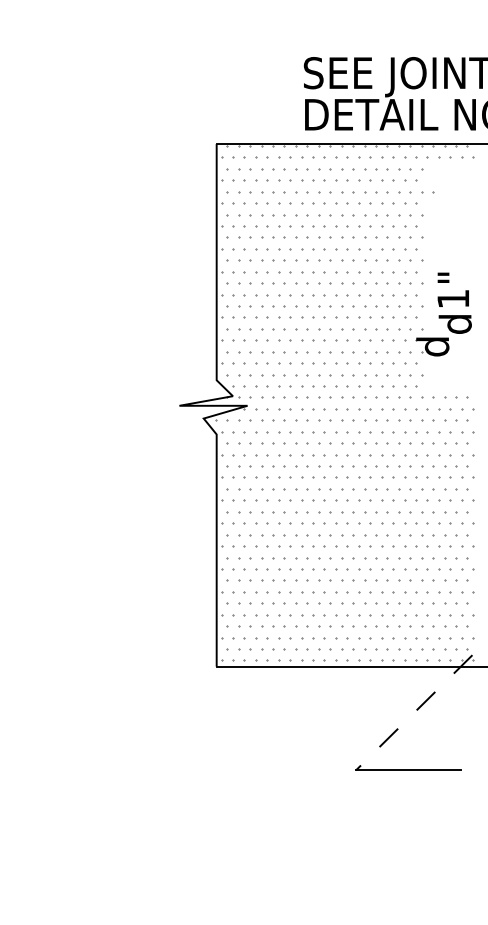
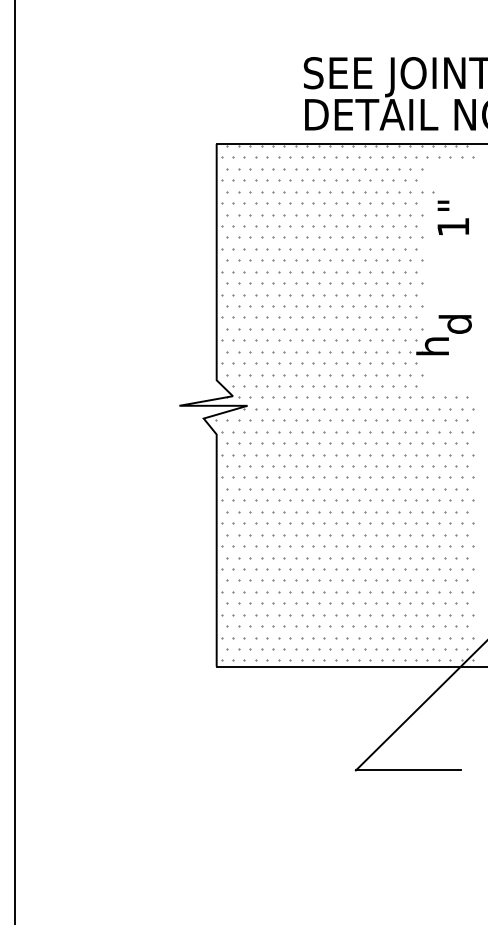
text at (452, 289) position: (452, 289) -> (452, 217)
text at (432, 346): d -> h
line at (14, 461): none -> present
line at (421, 705): dashed -> solid
